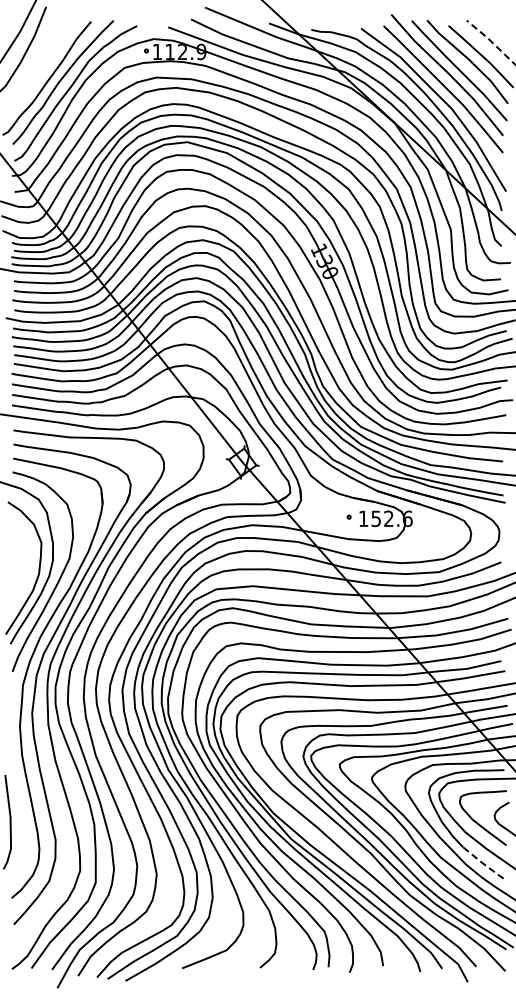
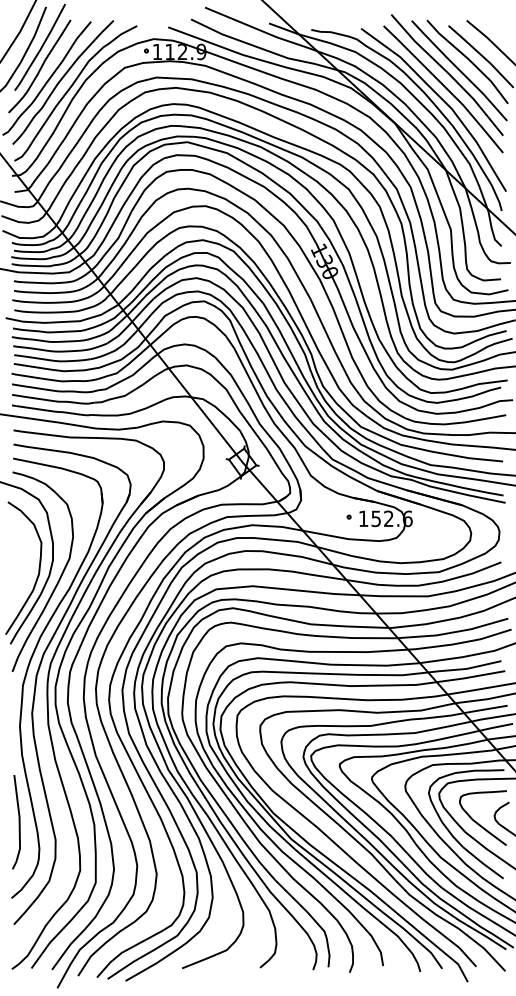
line at (491, 41): dashed -> solid
part at (39, 58): none -> present
line at (9, 822) position: (9, 822) -> (18, 822)
line at (482, 863): dashed -> solid
